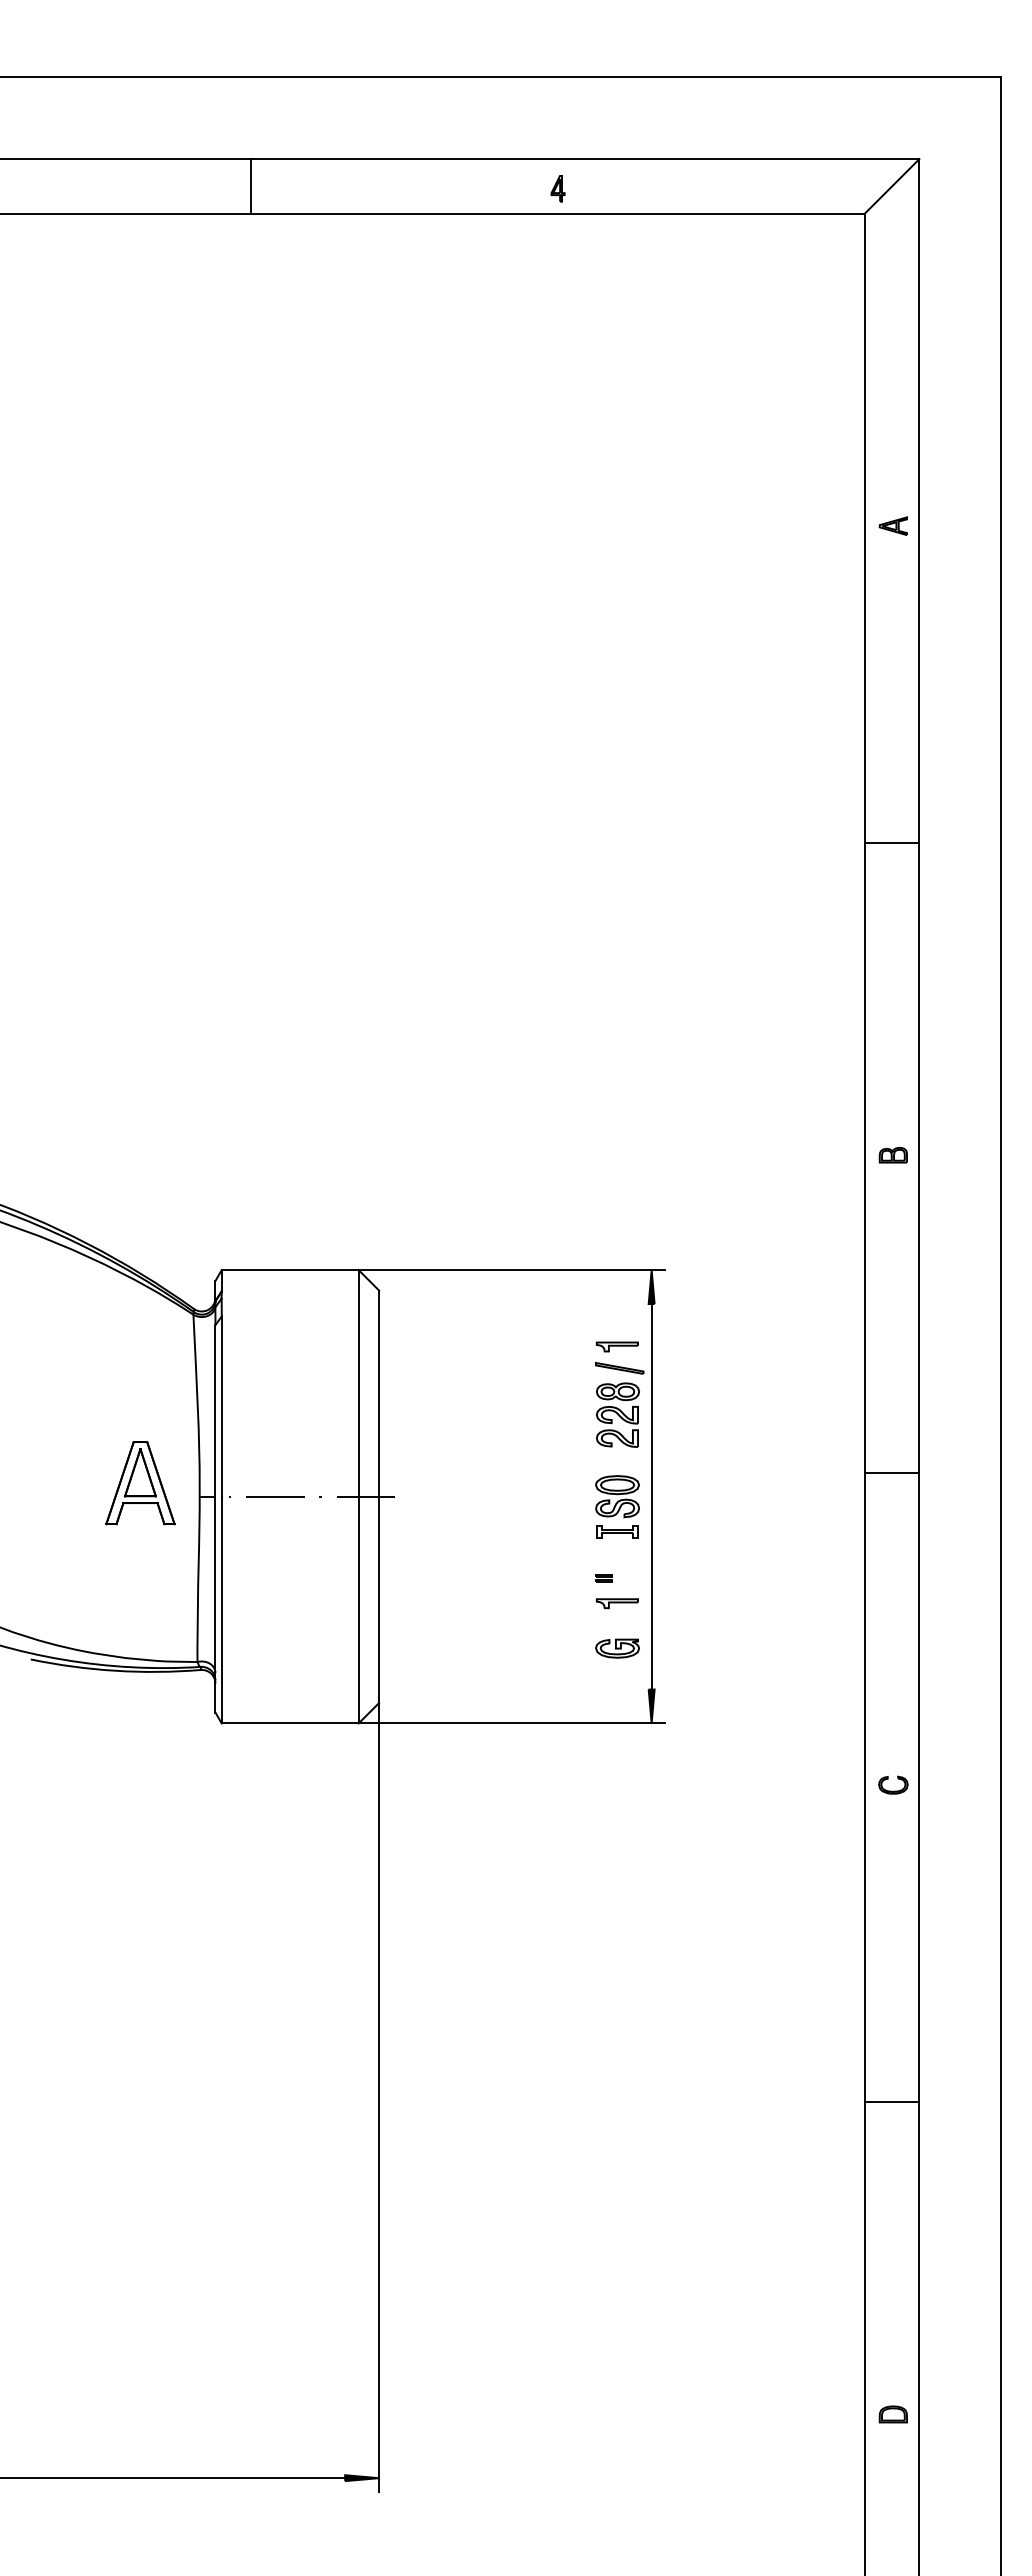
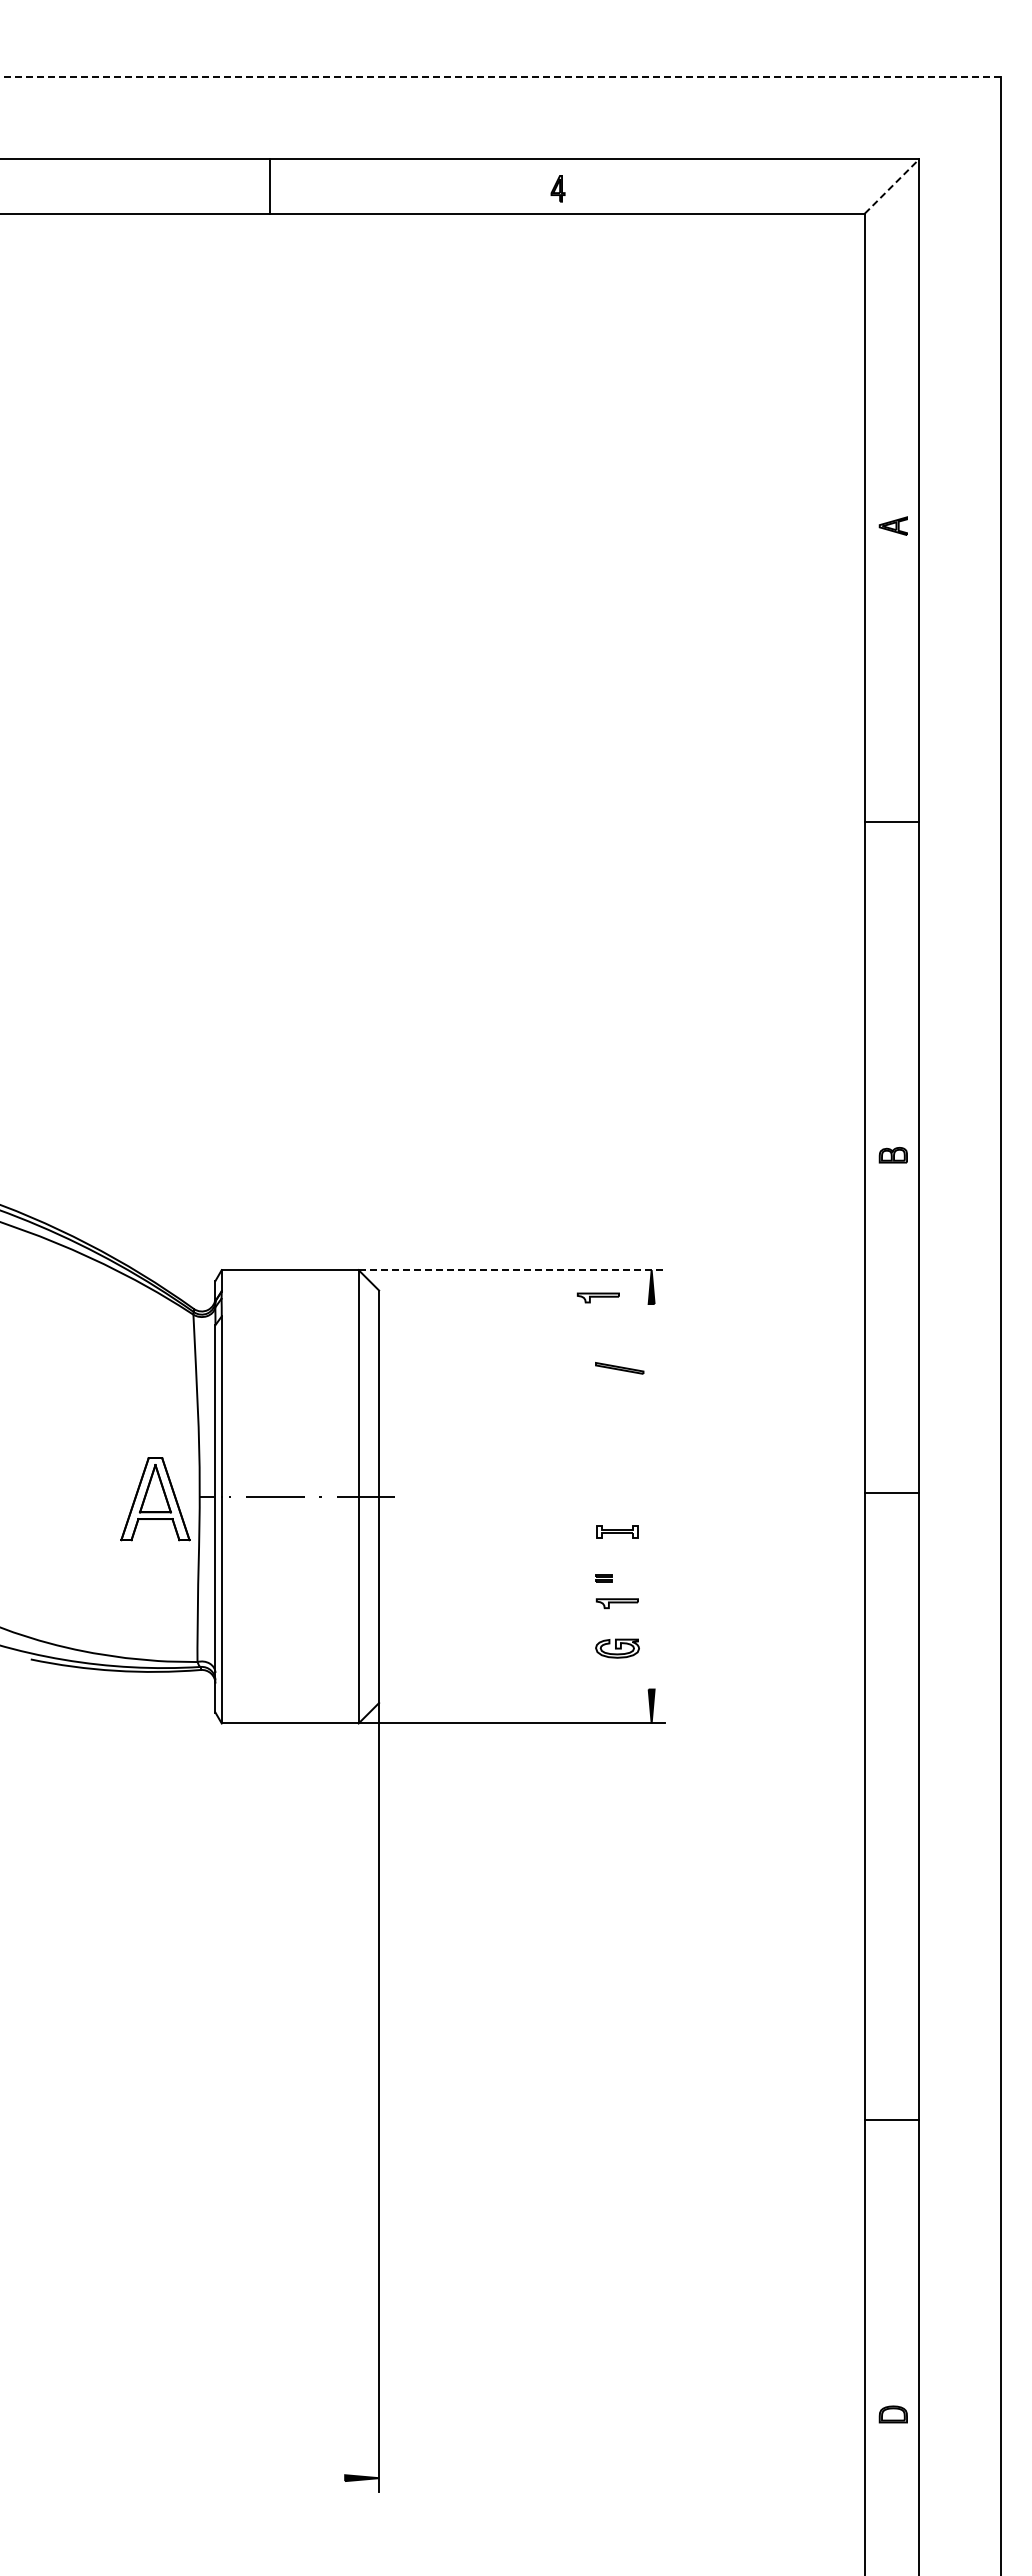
line at (500, 77): solid -> dashed
line at (251, 186) position: (251, 186) -> (270, 186)
line at (892, 186): solid -> dashed
line at (891, 843) position: (891, 843) -> (891, 822)
line at (512, 1270): solid -> dashed
part at (616, 1346) position: (616, 1346) -> (597, 1297)
part at (617, 1414): present -> none
line at (891, 1472) position: (891, 1472) -> (891, 1492)
part at (140, 1483) position: (140, 1483) -> (155, 1499)
part at (617, 1496): present -> none
line at (651, 1496): present -> none
part at (893, 1784): present -> none
line at (891, 2102) position: (891, 2102) -> (891, 2120)
line at (173, 2478): present -> none
